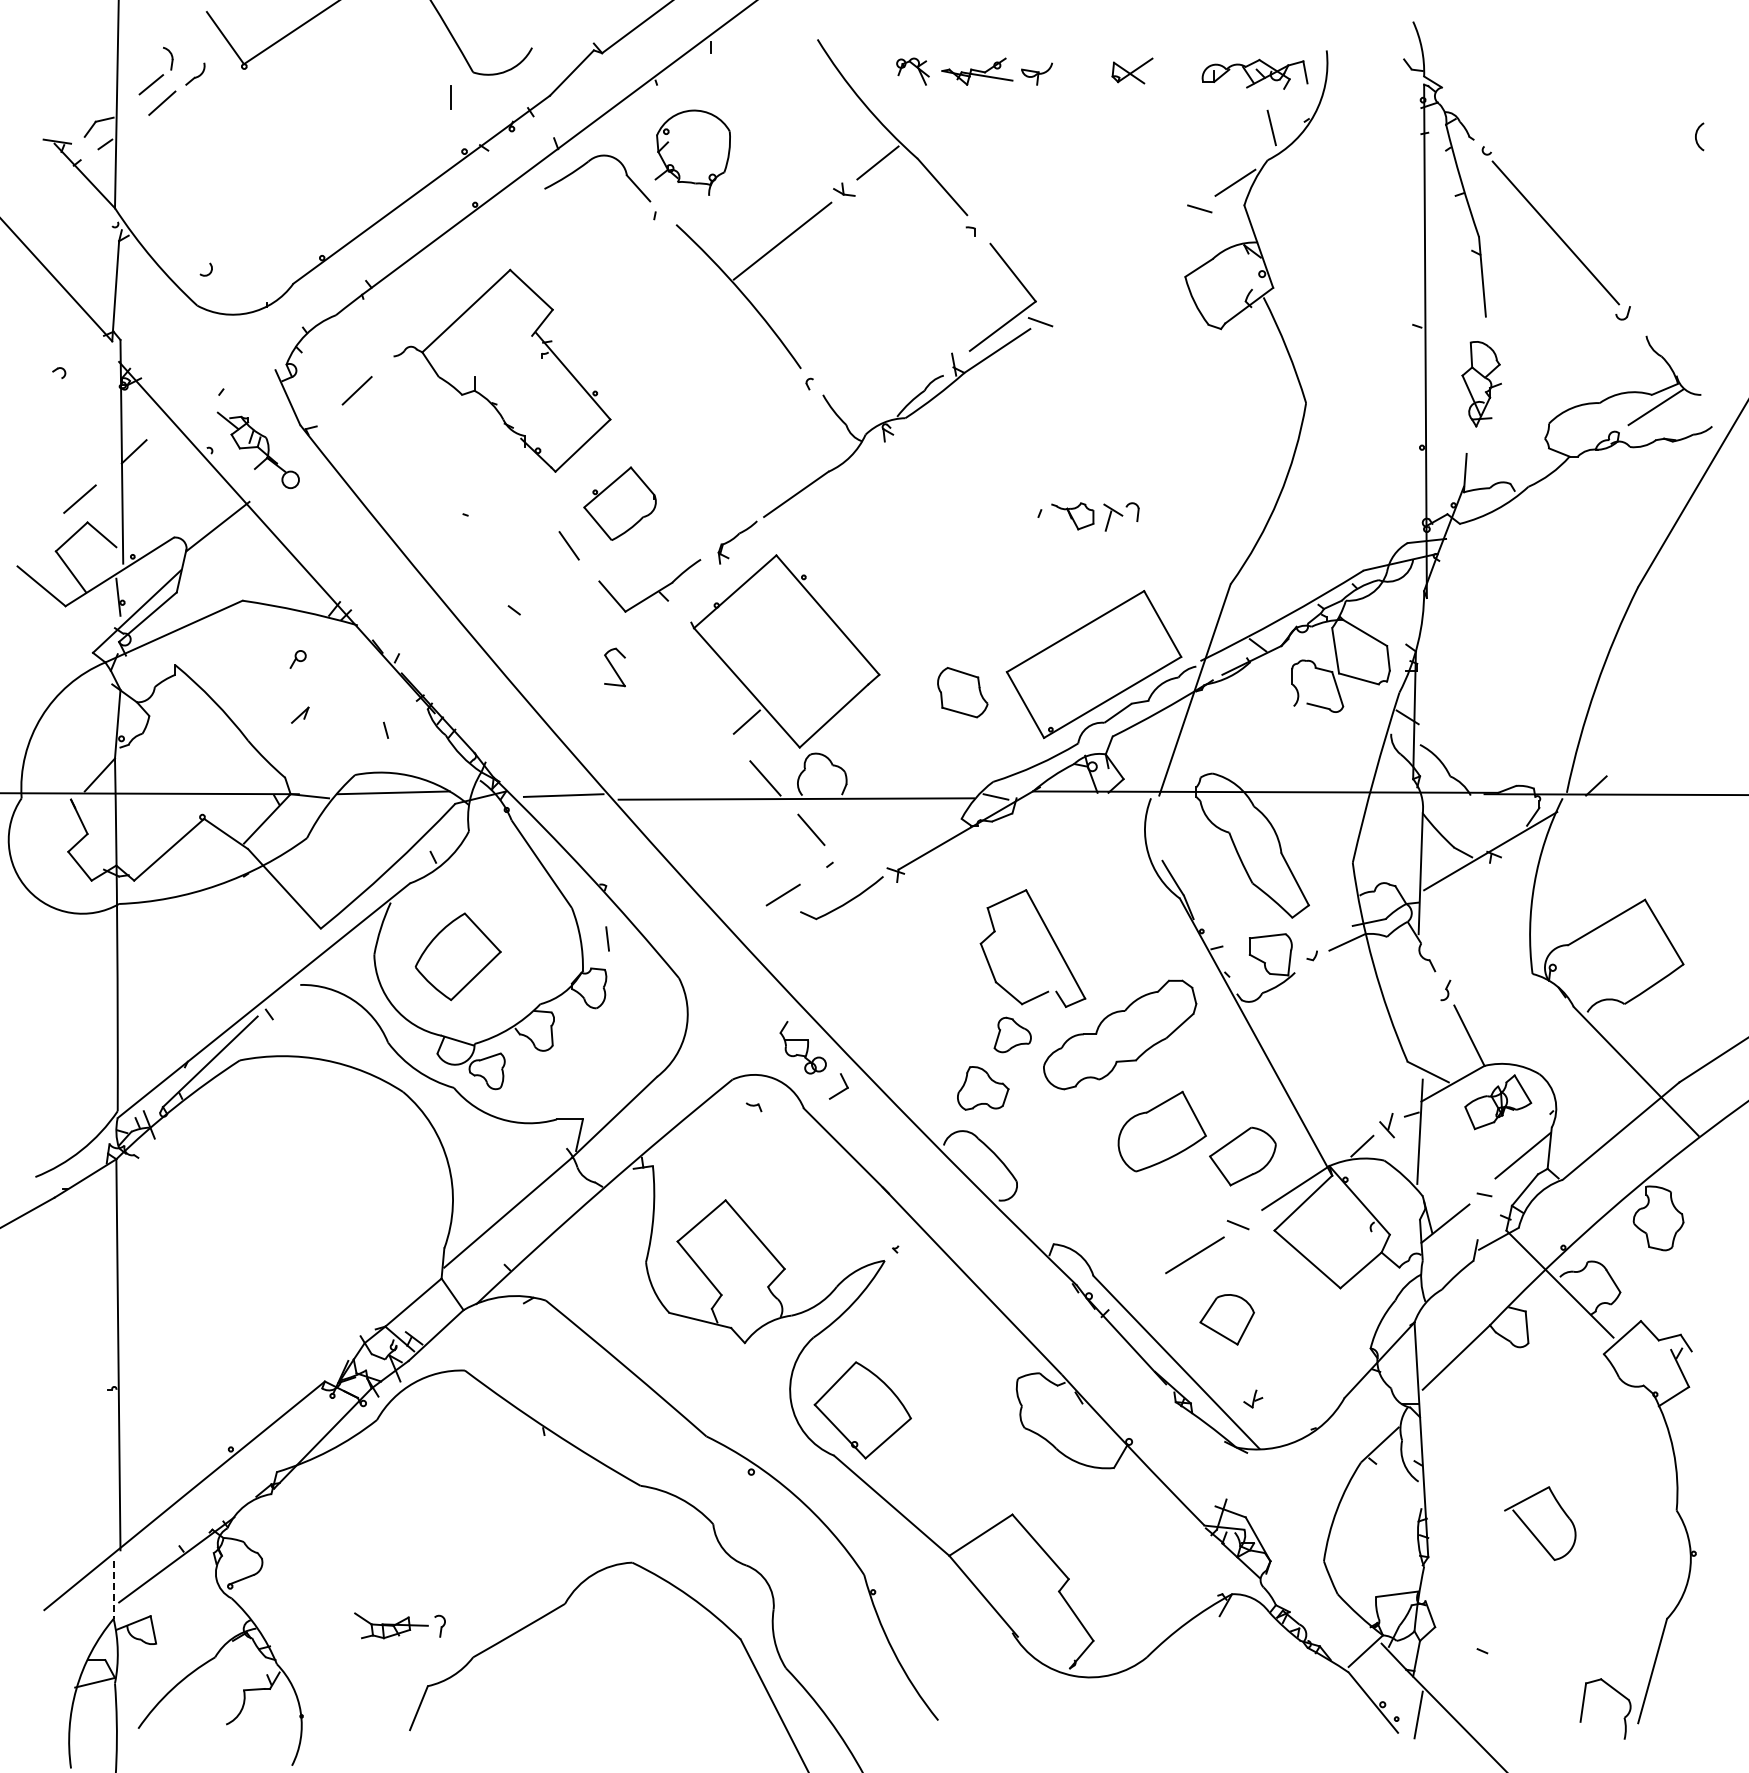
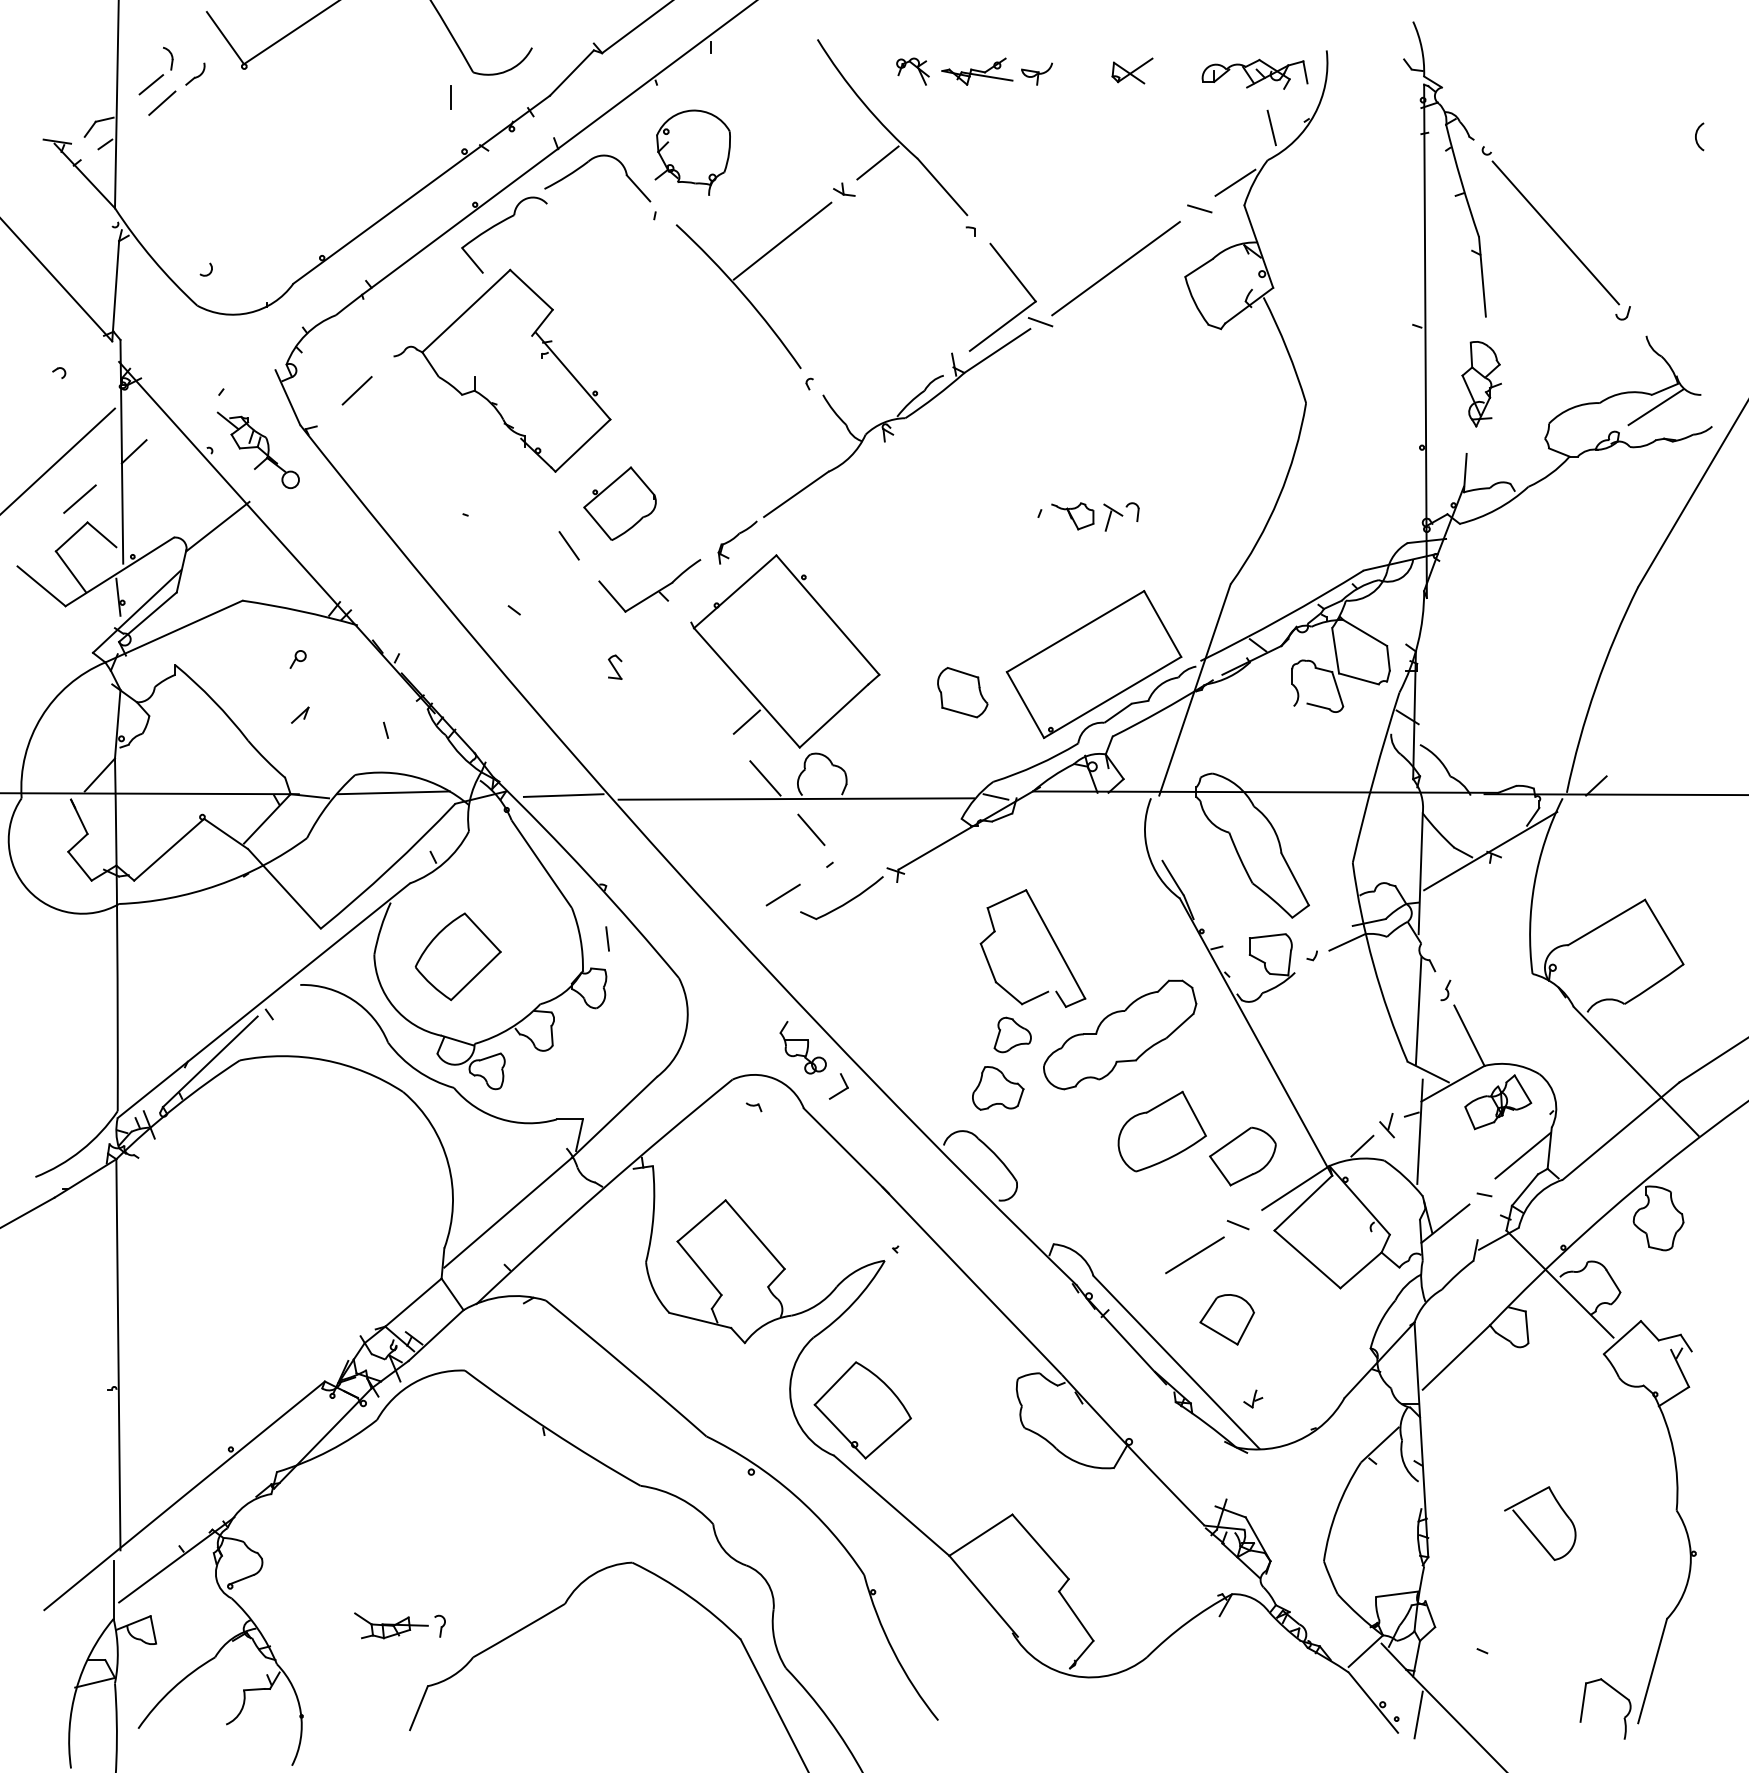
part at (499, 224): none -> present
line at (1115, 268): none -> present
line at (58, 460): none -> present
part at (614, 667) size: 22x41 px -> 15x26 px
line at (1418, 1010): none -> present
part at (983, 1088) position: (983, 1088) -> (998, 1088)
line at (113, 1590): dashed -> solid
